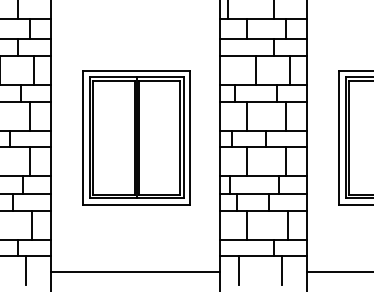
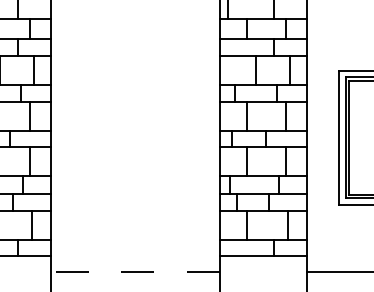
part at (136, 137): present -> none
line at (26, 270): present -> none
line at (238, 270): present -> none
line at (282, 270): present -> none
line at (134, 271): solid -> dashed
